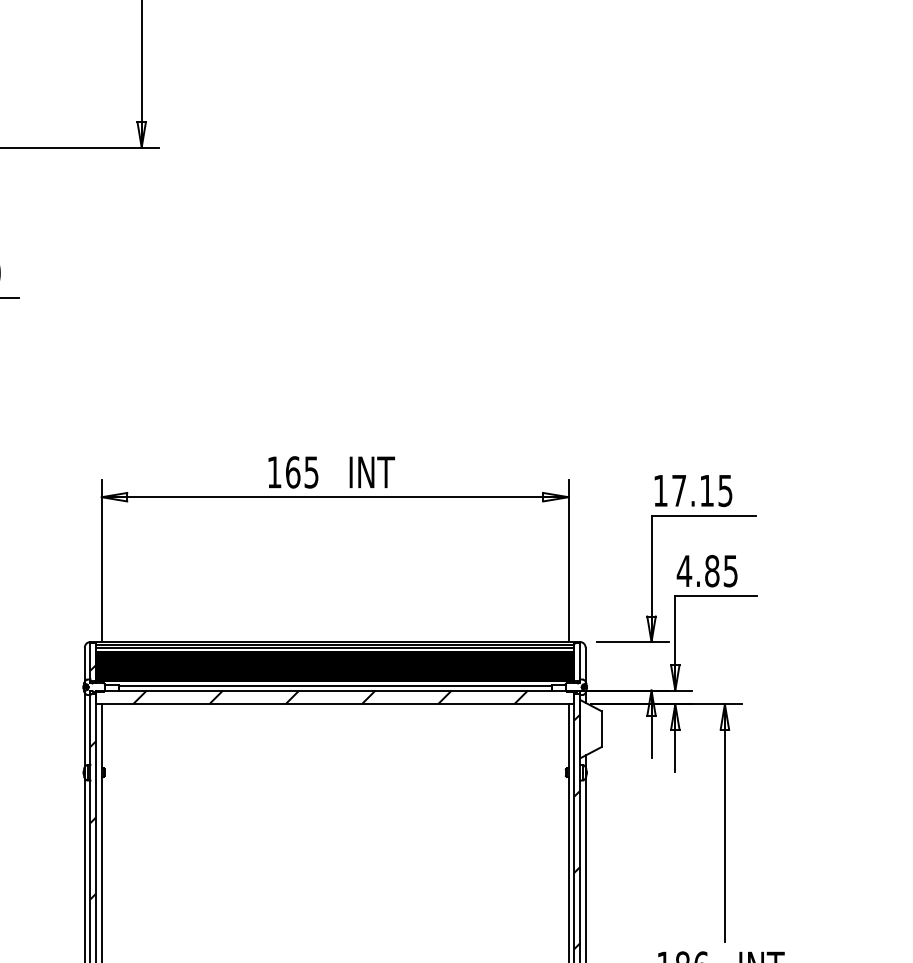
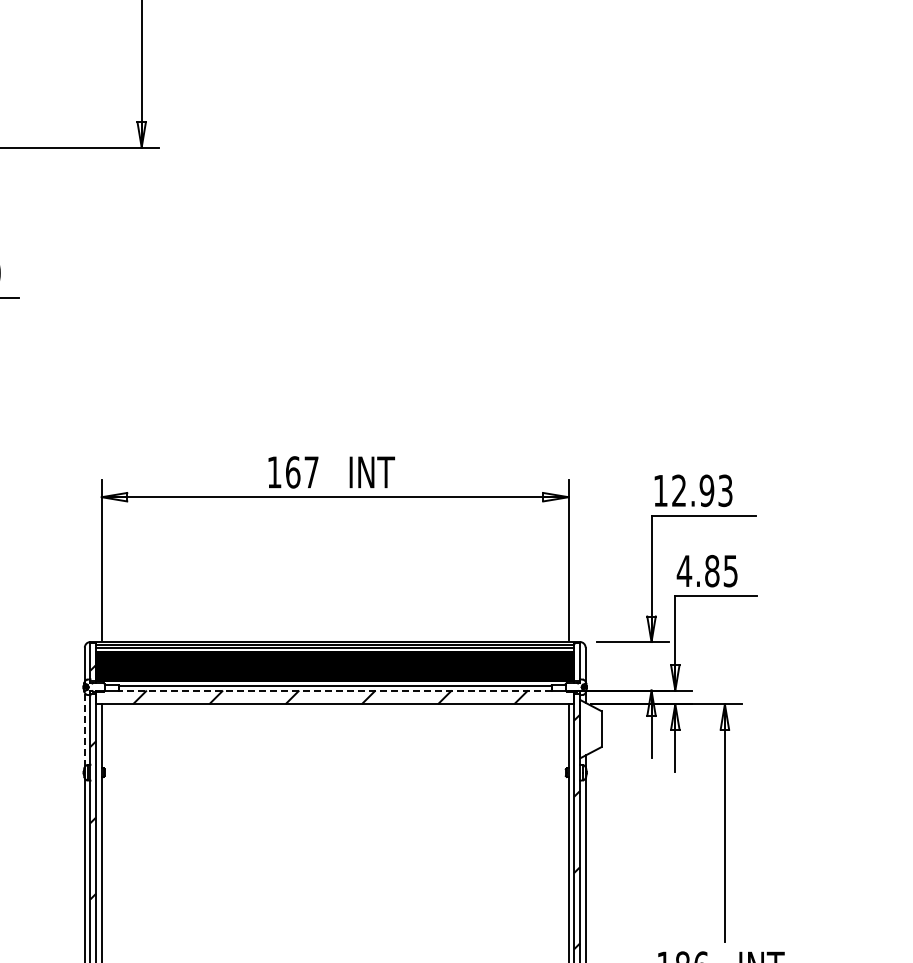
text at (311, 472): 165 -> 167
text at (702, 490): 17.15 -> 12.93
line at (334, 690): solid -> dashed
line at (84, 729): solid -> dashed
